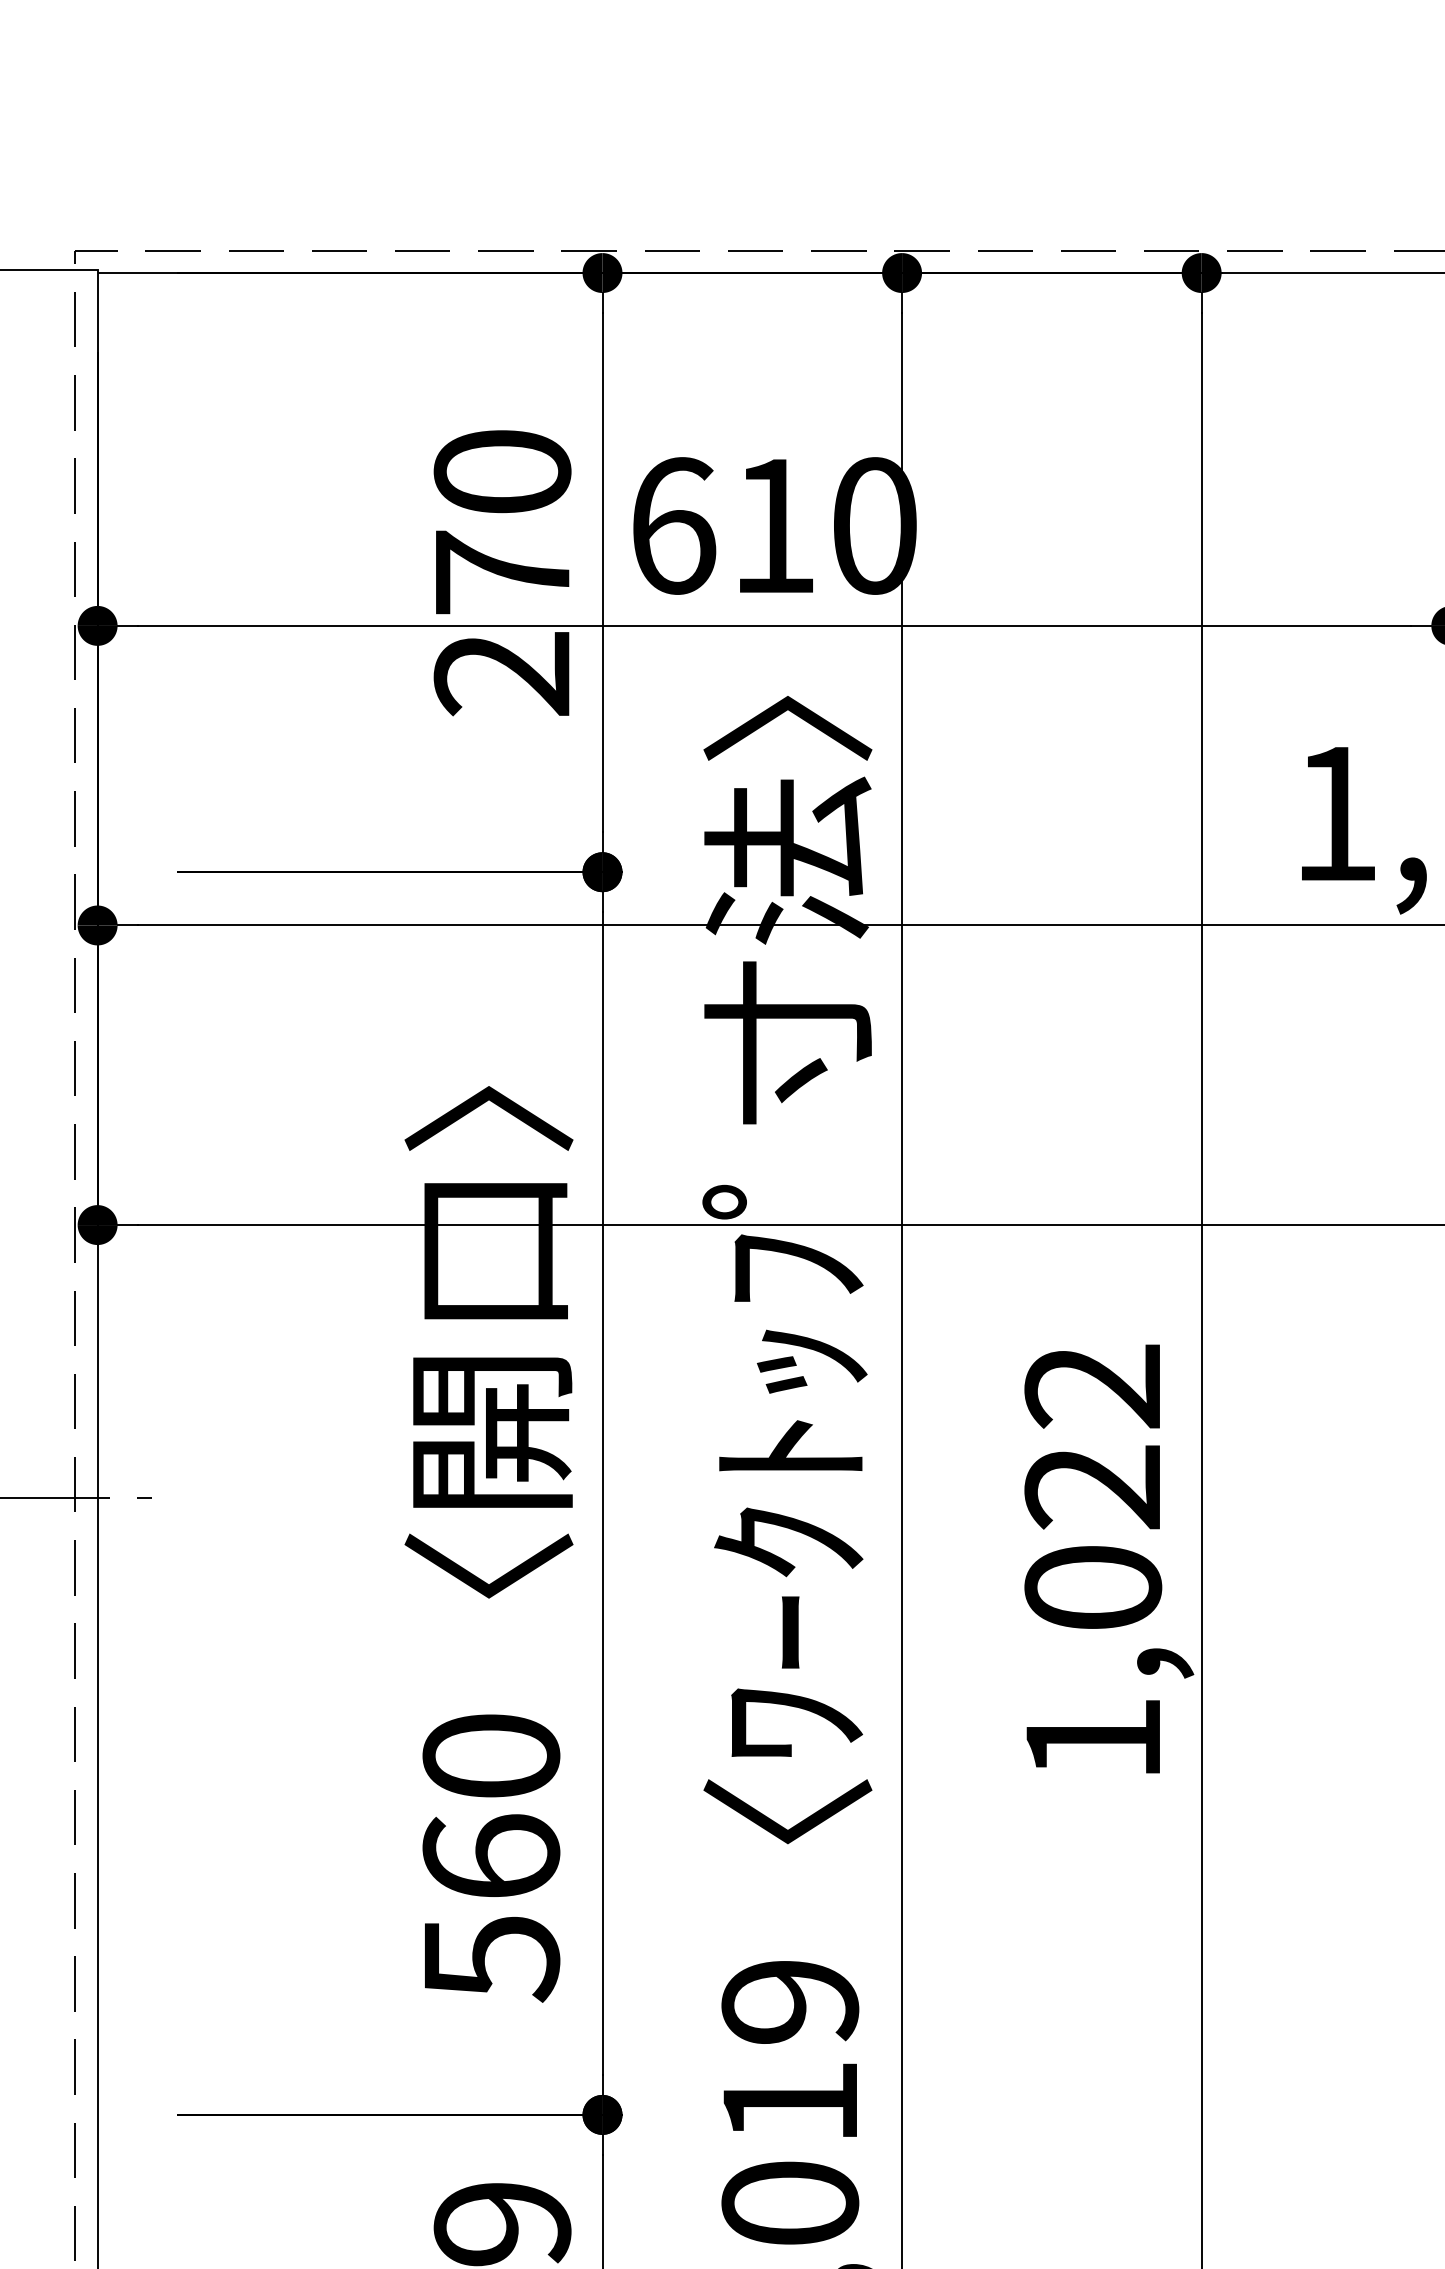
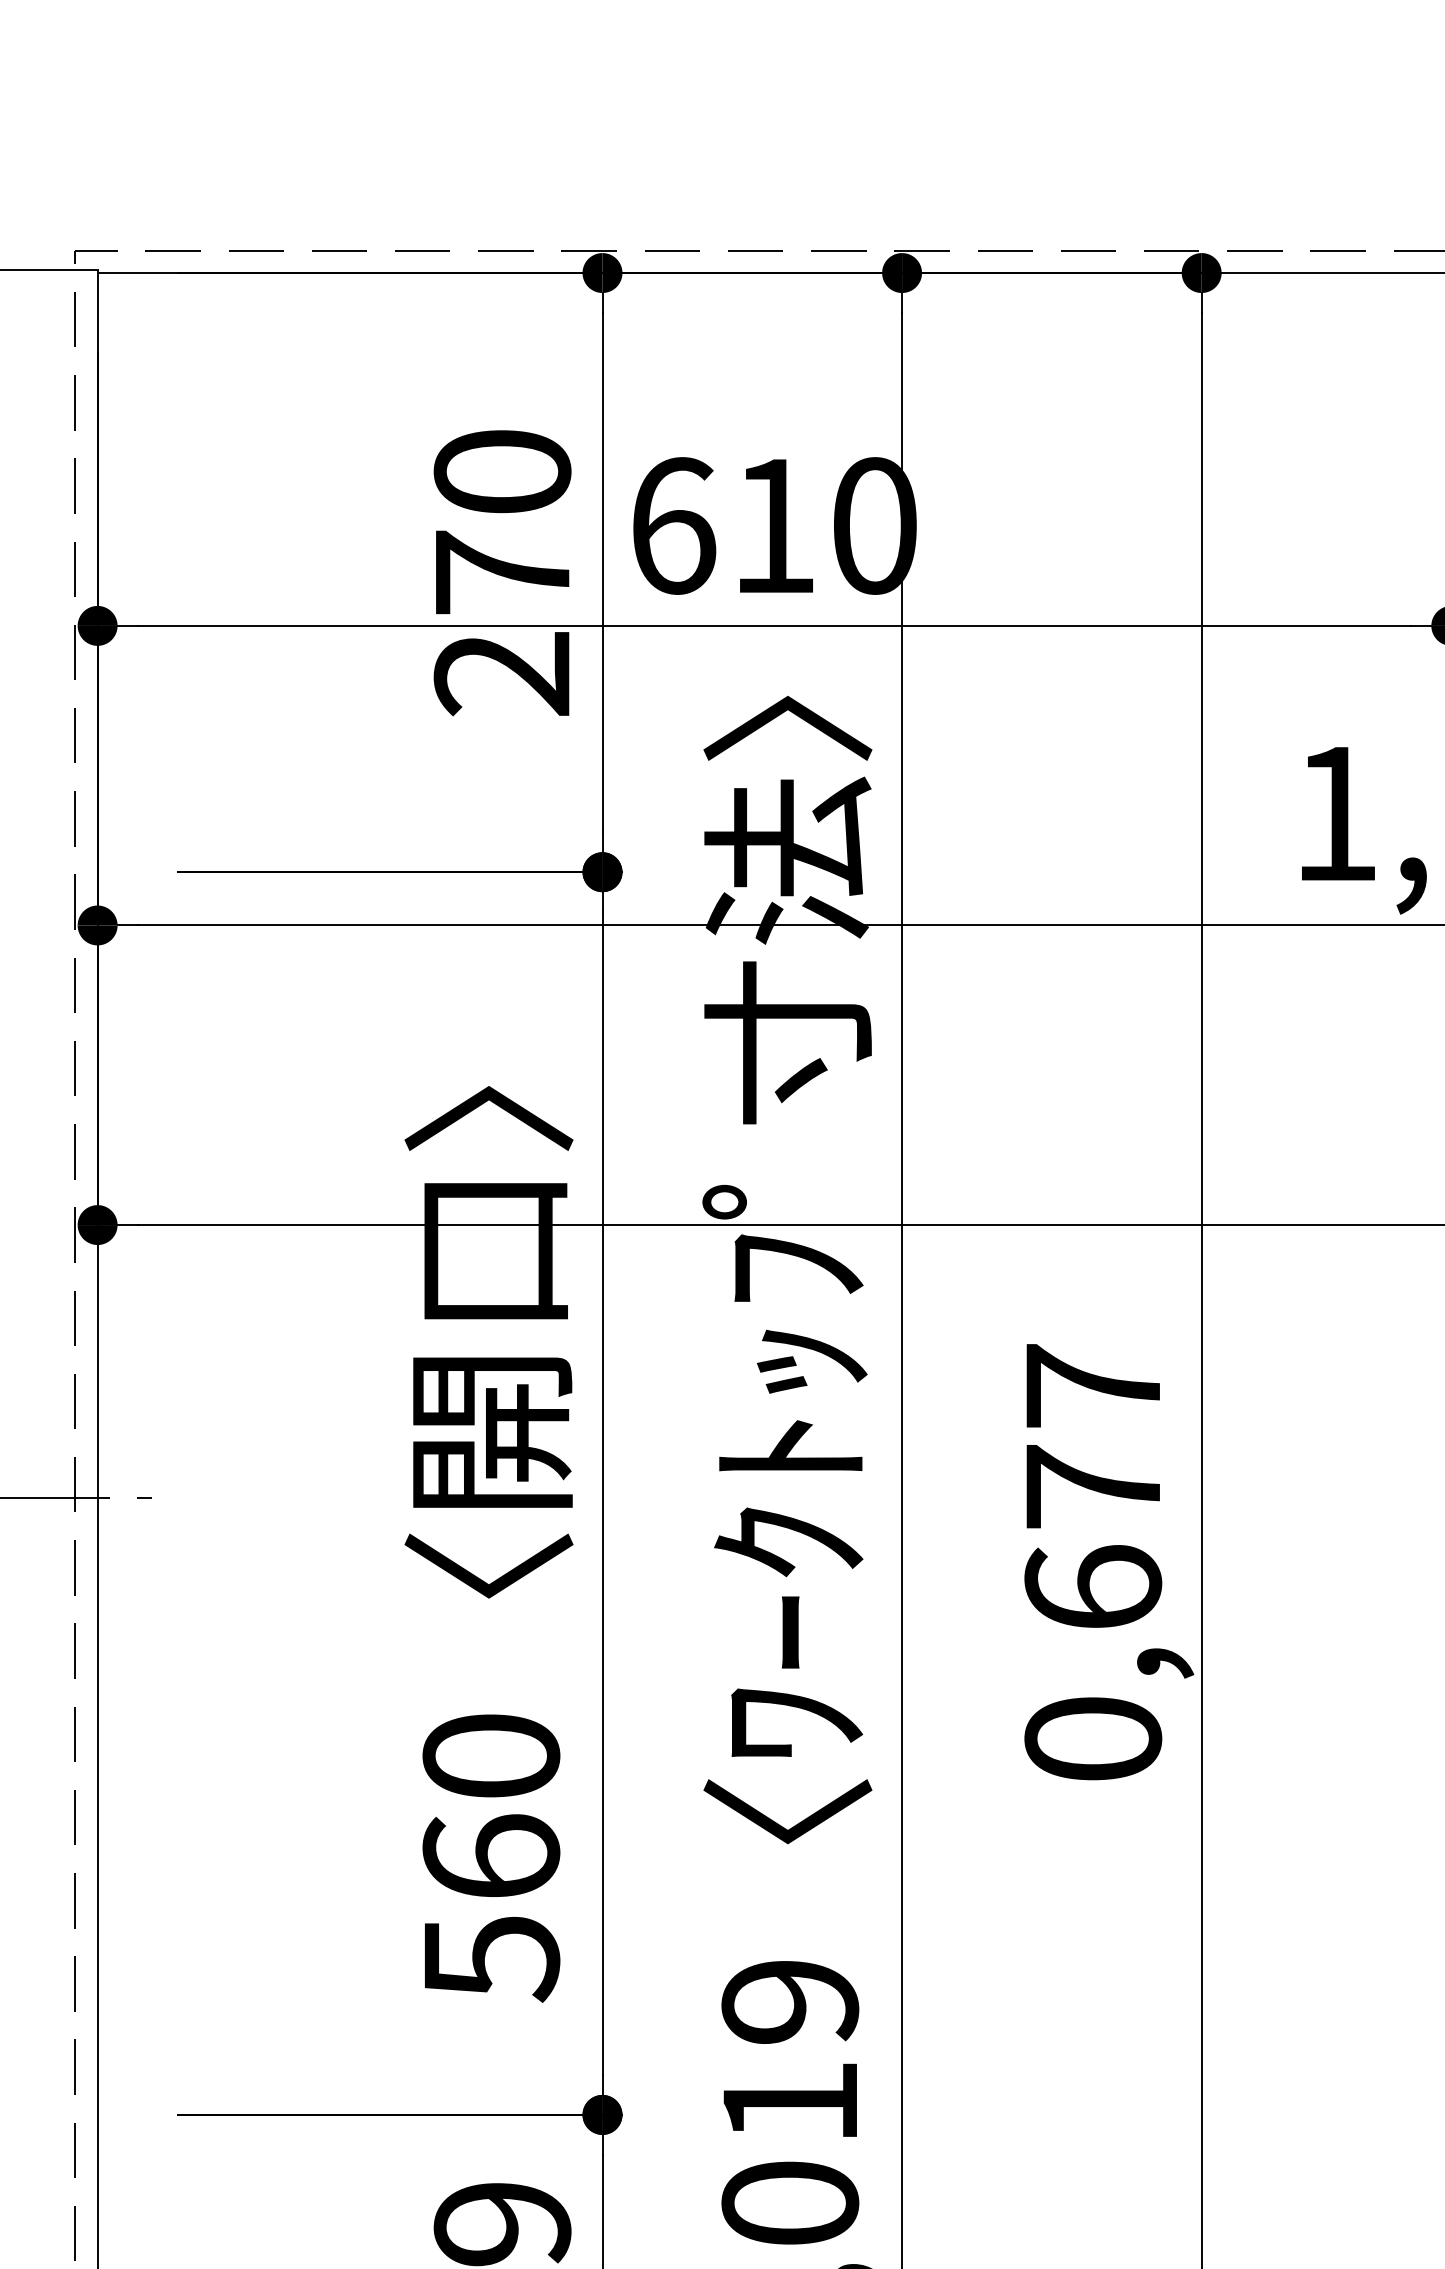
text at (1093, 1562): 1,022 -> 0,677
